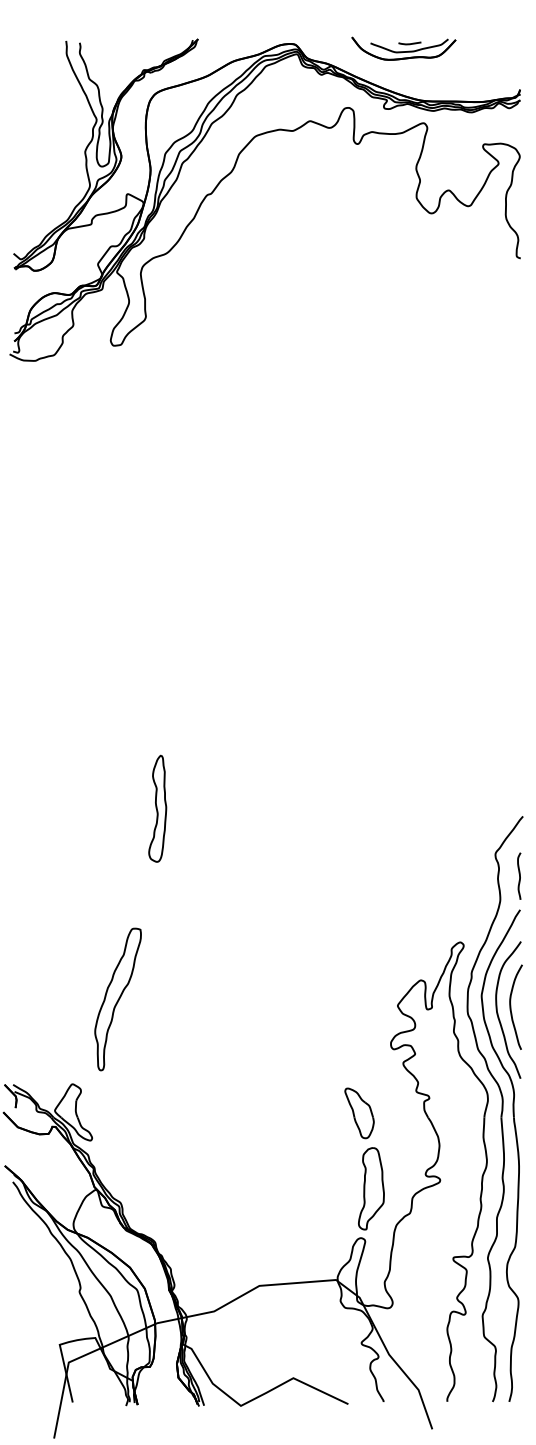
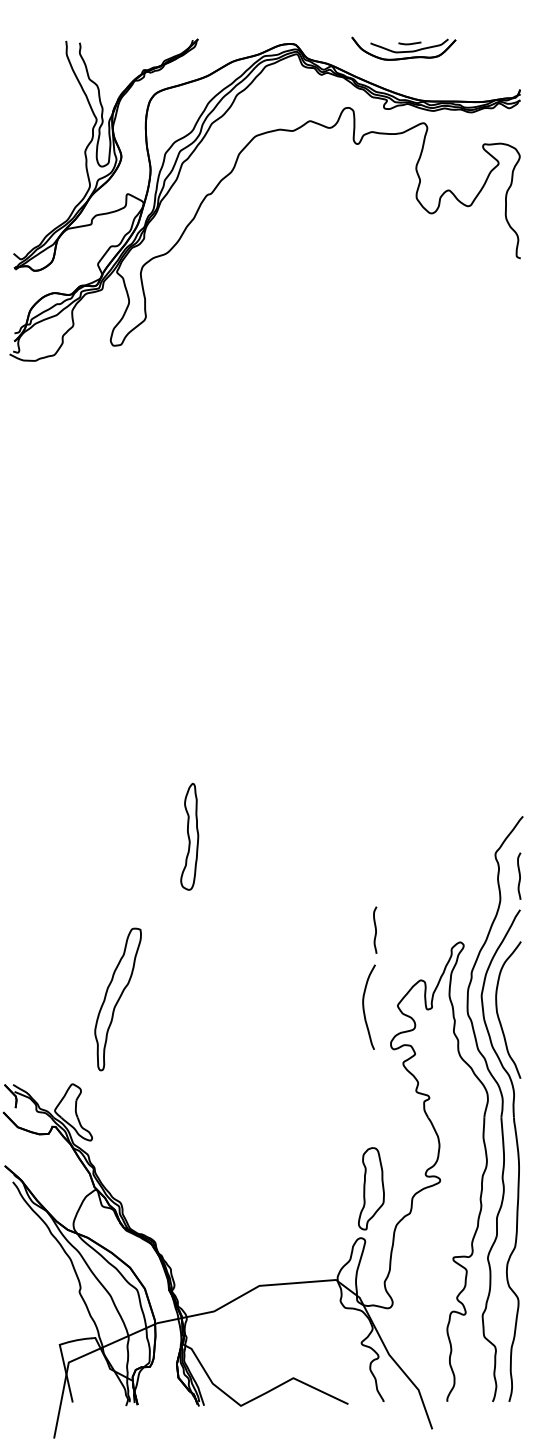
part at (157, 808) position: (157, 808) -> (189, 836)
curve at (375, 929): none -> present
curve at (511, 1006) position: (511, 1006) -> (364, 1006)
part at (359, 1113): present -> none
